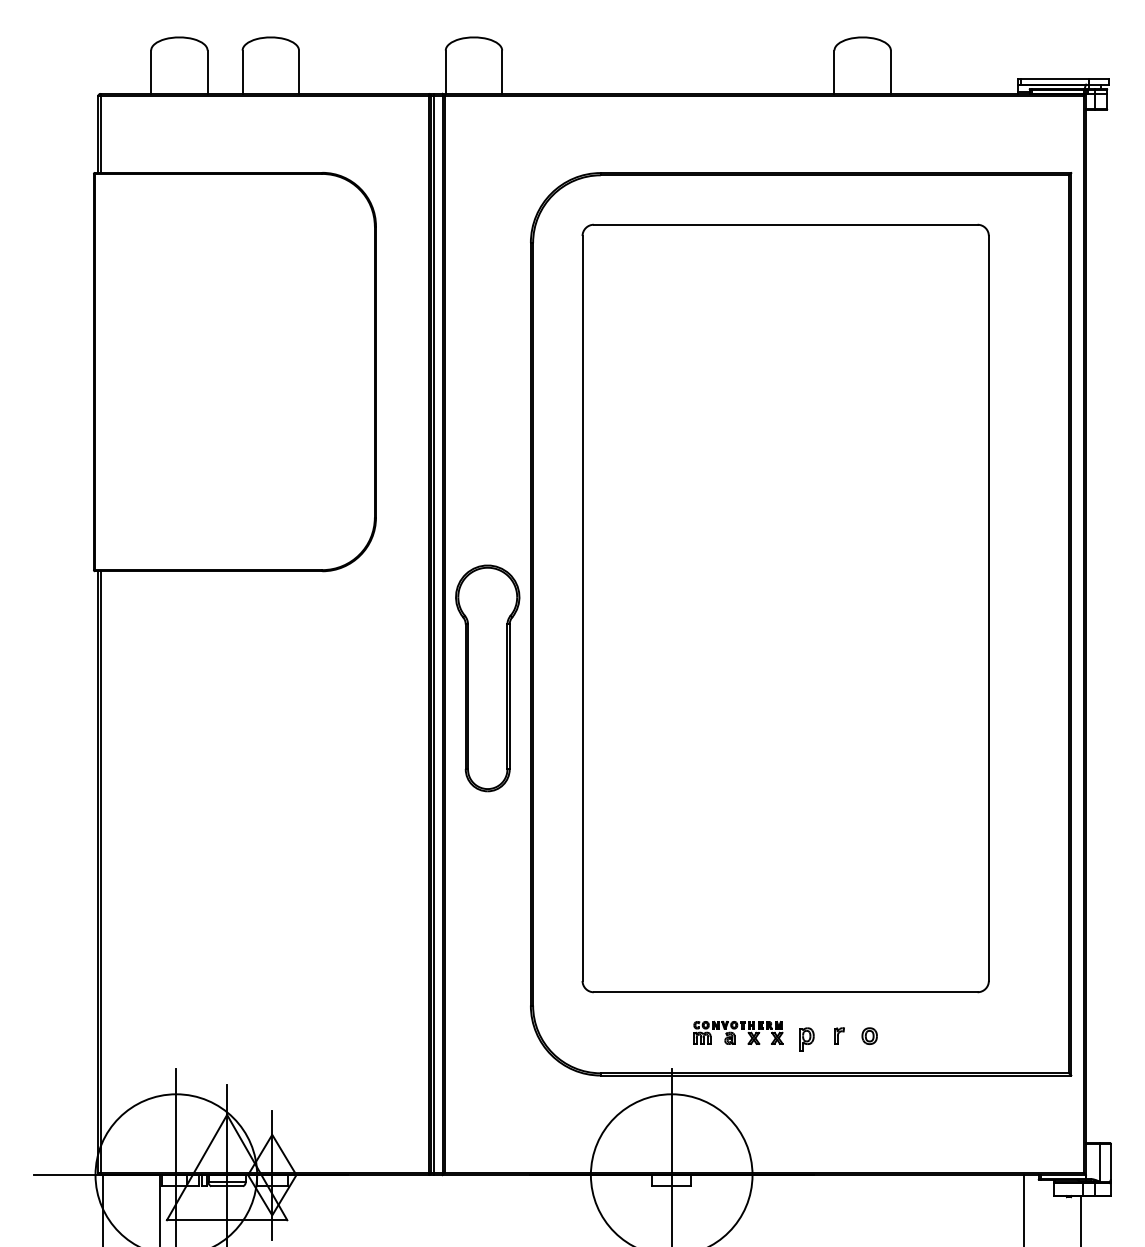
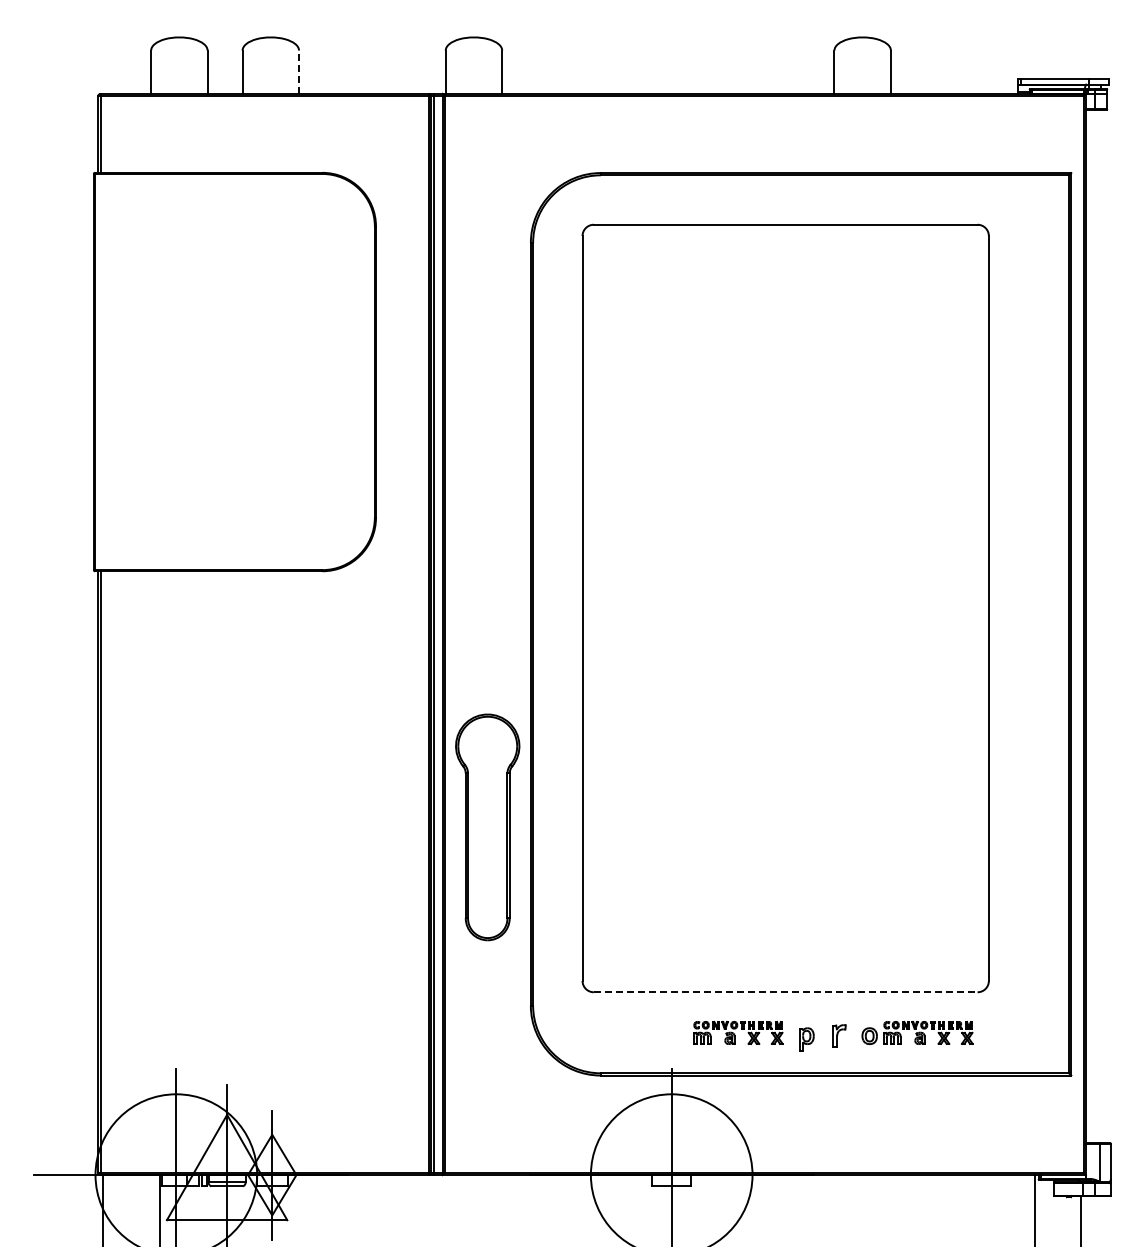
line at (299, 72): solid -> dashed
part at (487, 678) position: (487, 678) -> (487, 827)
line at (785, 992): solid -> dashed
part at (928, 1032): none -> present
part at (839, 1035) size: 11x18 px -> 15x24 px
line at (1023, 1209) position: (1023, 1209) -> (1034, 1209)
